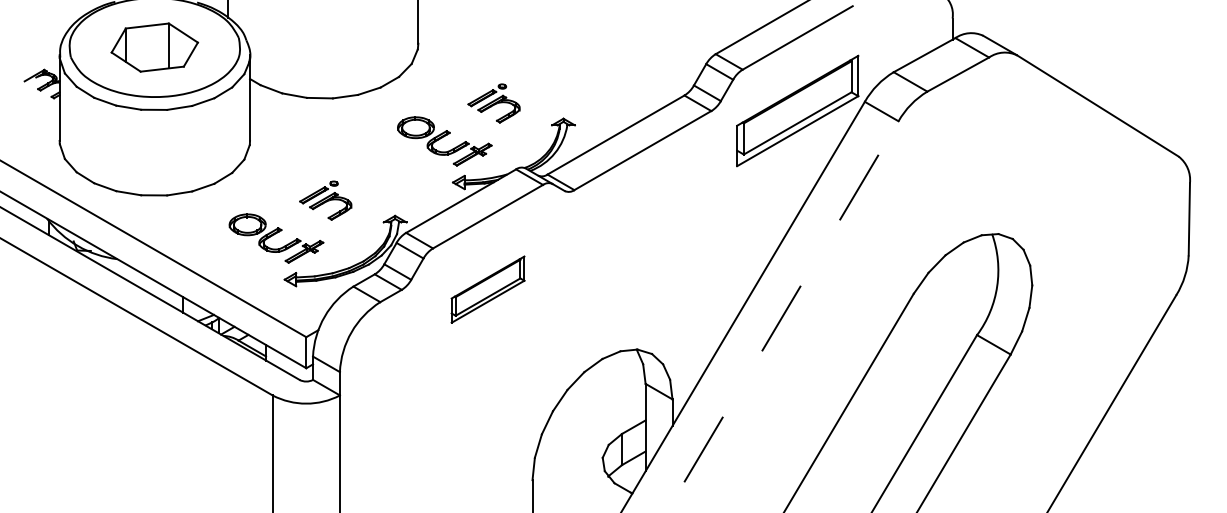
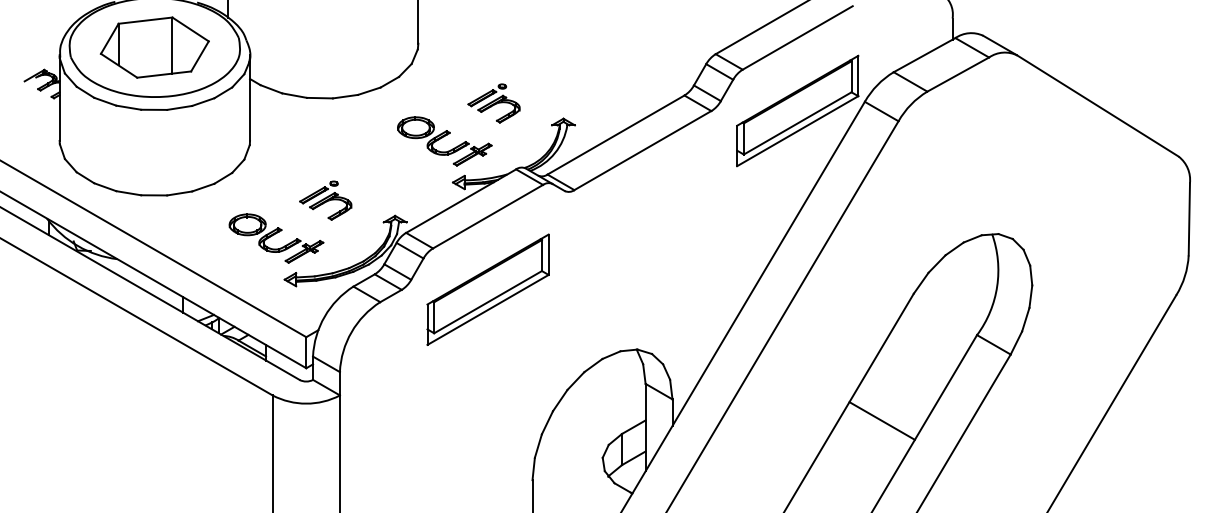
part at (154, 47) size: 90x51 px -> 111x63 px
part at (487, 289) size: 76x69 px -> 124x113 px
line at (782, 316): dashed -> solid
line at (881, 420): none -> present
